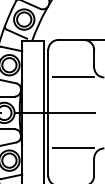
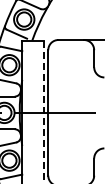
line at (73, 77): present -> none
line at (43, 112): solid -> dashed
line at (73, 148): present -> none
